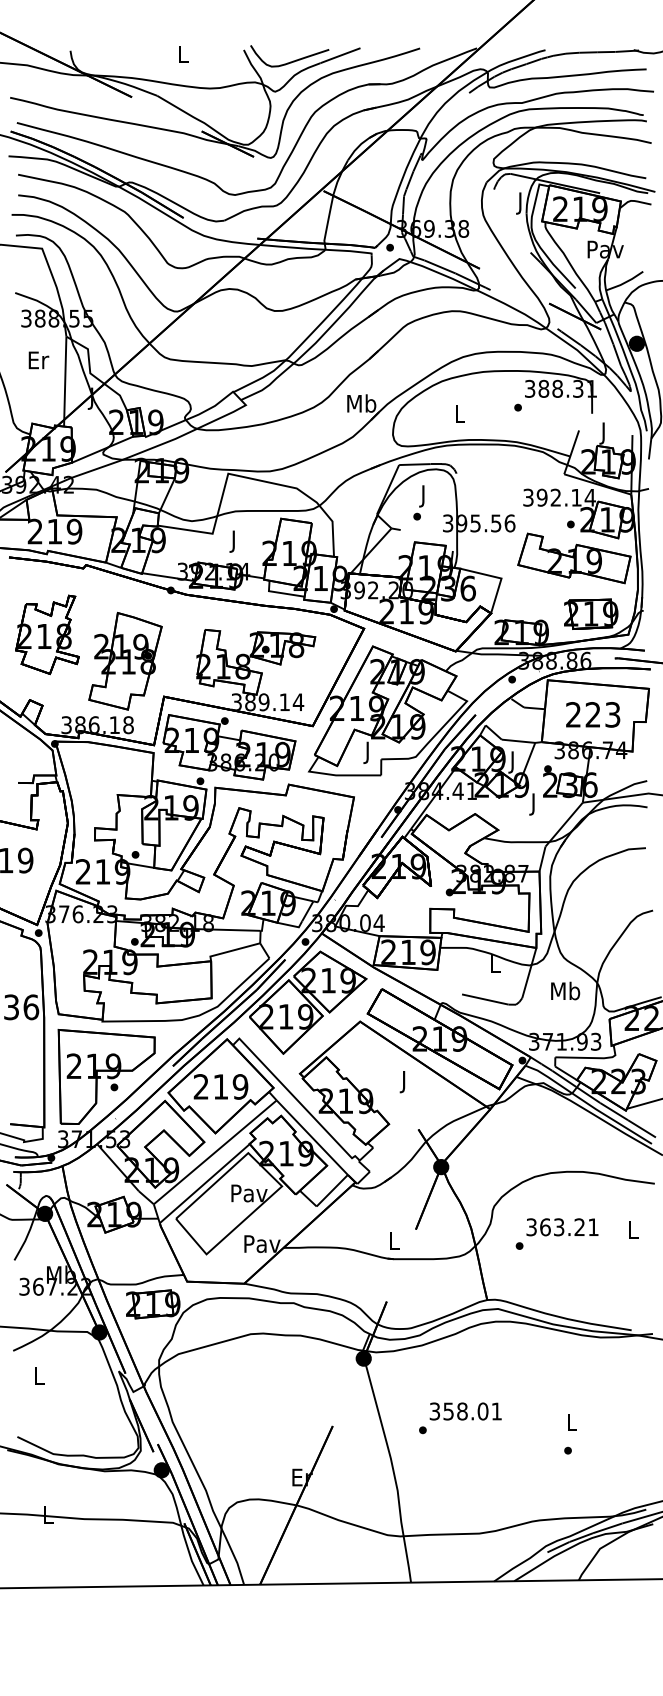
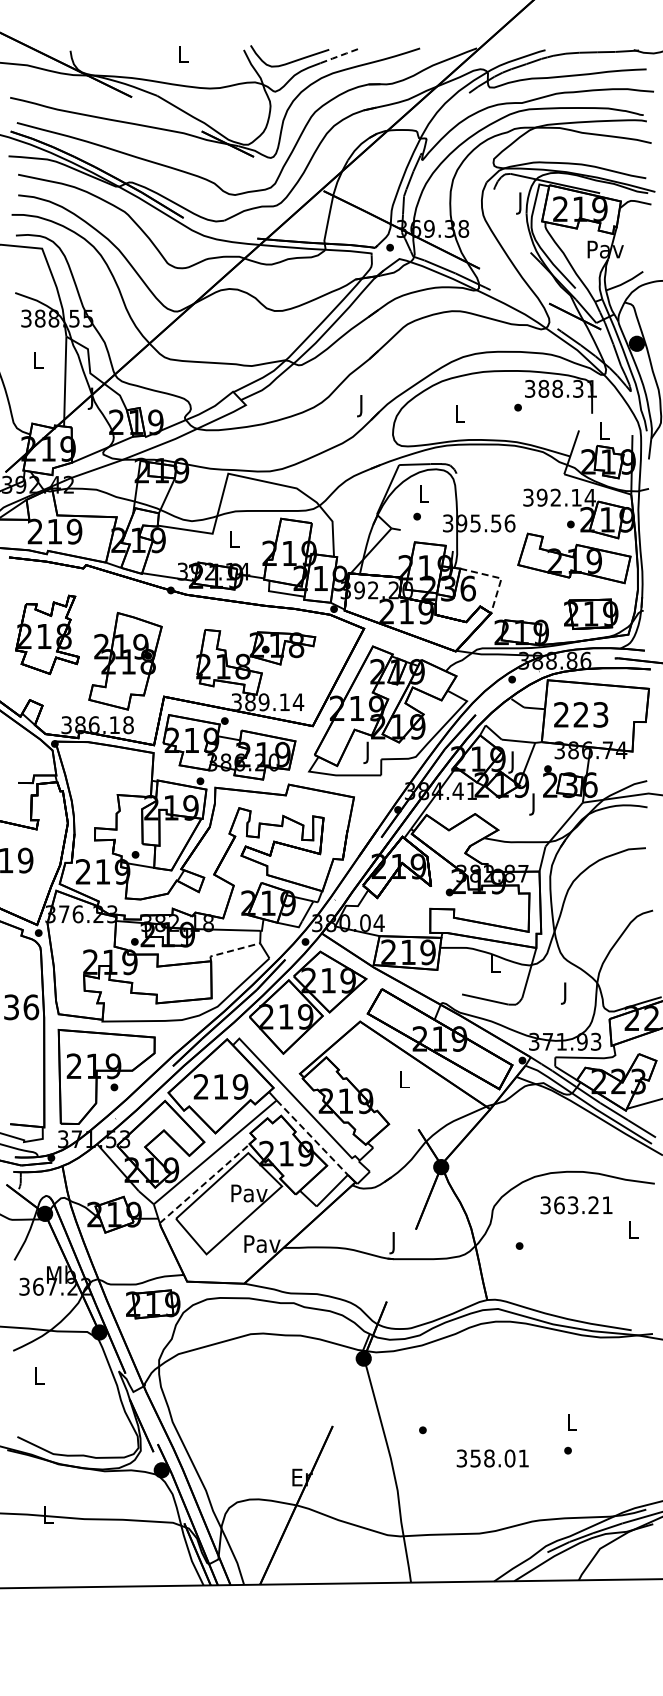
line at (340, 55): solid -> dashed
text at (38, 360): Er -> L
text at (361, 405): Mb -> J
text at (604, 433): J -> L
text at (423, 496): J -> L
text at (234, 541): J -> L
line at (499, 578): solid -> dashed
text at (593, 714) position: (593, 714) -> (581, 714)
line at (232, 950): solid -> dashed
text at (565, 992): Mb -> J
text at (404, 1082): J -> L
line at (312, 1137): solid -> dashed
line at (204, 1183): solid -> dashed
text at (562, 1227) position: (562, 1227) -> (576, 1205)
text at (394, 1243): L -> J
text at (465, 1411) position: (465, 1411) -> (492, 1458)
